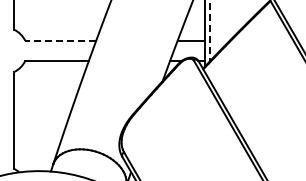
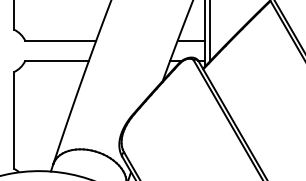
line at (209, 30): dashed -> solid
line at (60, 40): dashed -> solid
